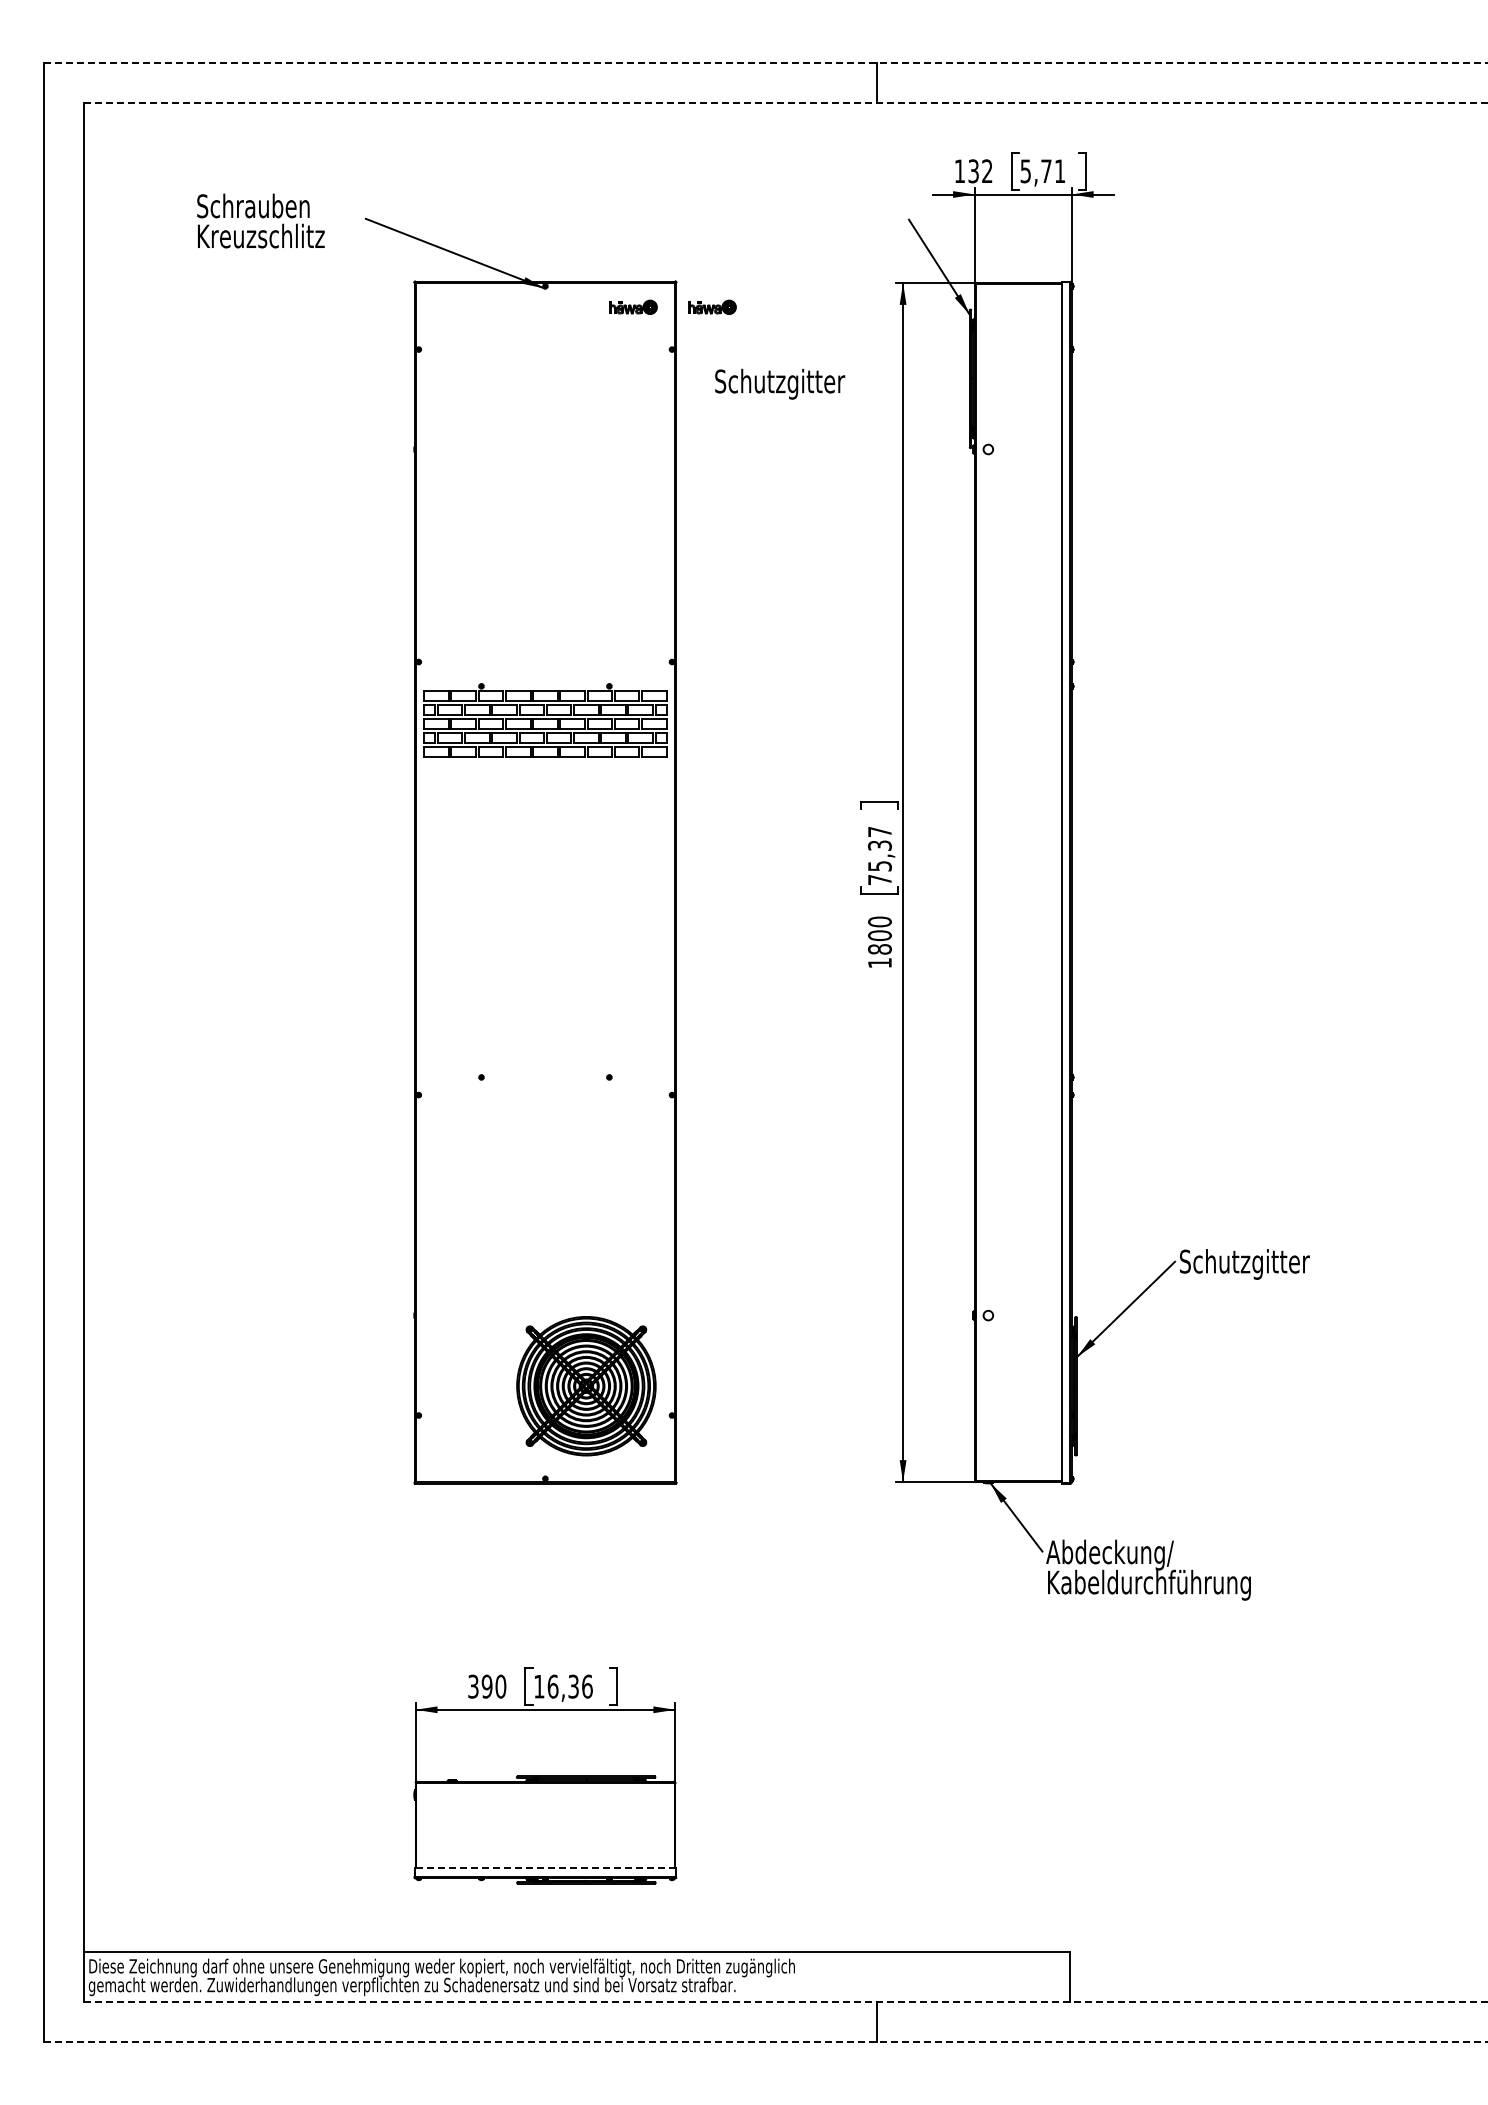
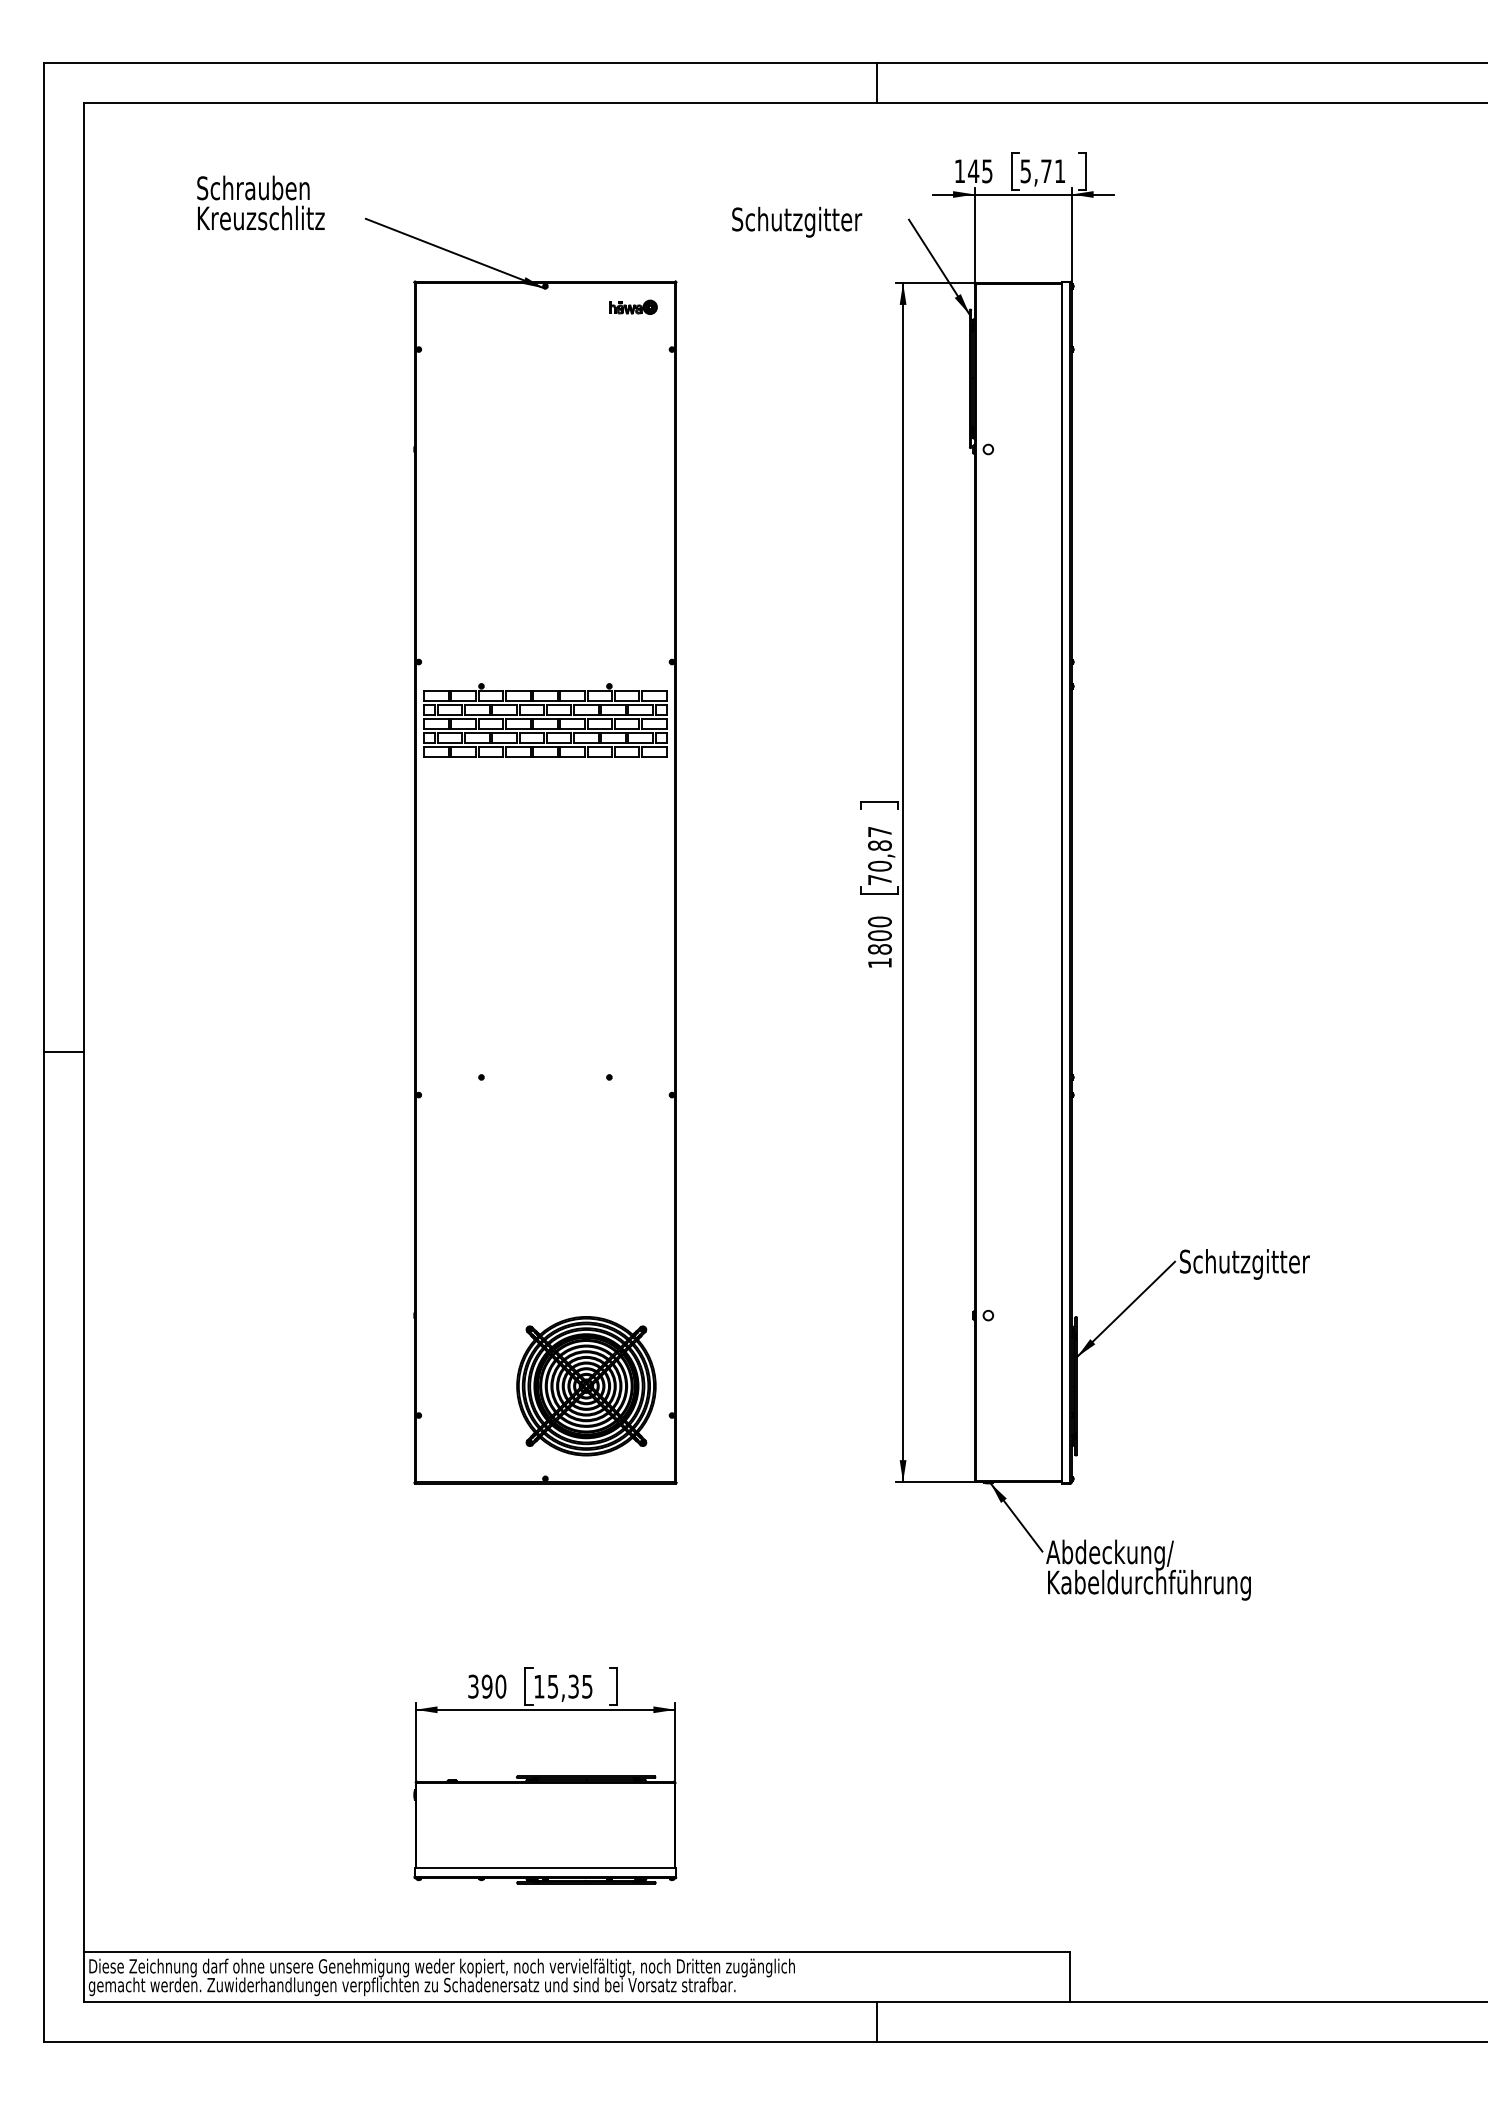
line at (766, 63): dashed -> solid
line at (786, 103): dashed -> solid
text at (980, 171): 132 -> 145
text at (260, 220) position: (260, 220) -> (260, 202)
part at (712, 306): present -> none
text at (780, 383) position: (780, 383) -> (797, 221)
text at (879, 855): 75,37 -> 70,87
line at (64, 1052): none -> present
text at (569, 1686): 16,36 -> 15,35
line at (544, 1868): dashed -> solid
line at (786, 2001): dashed -> solid
line at (766, 2041): dashed -> solid
